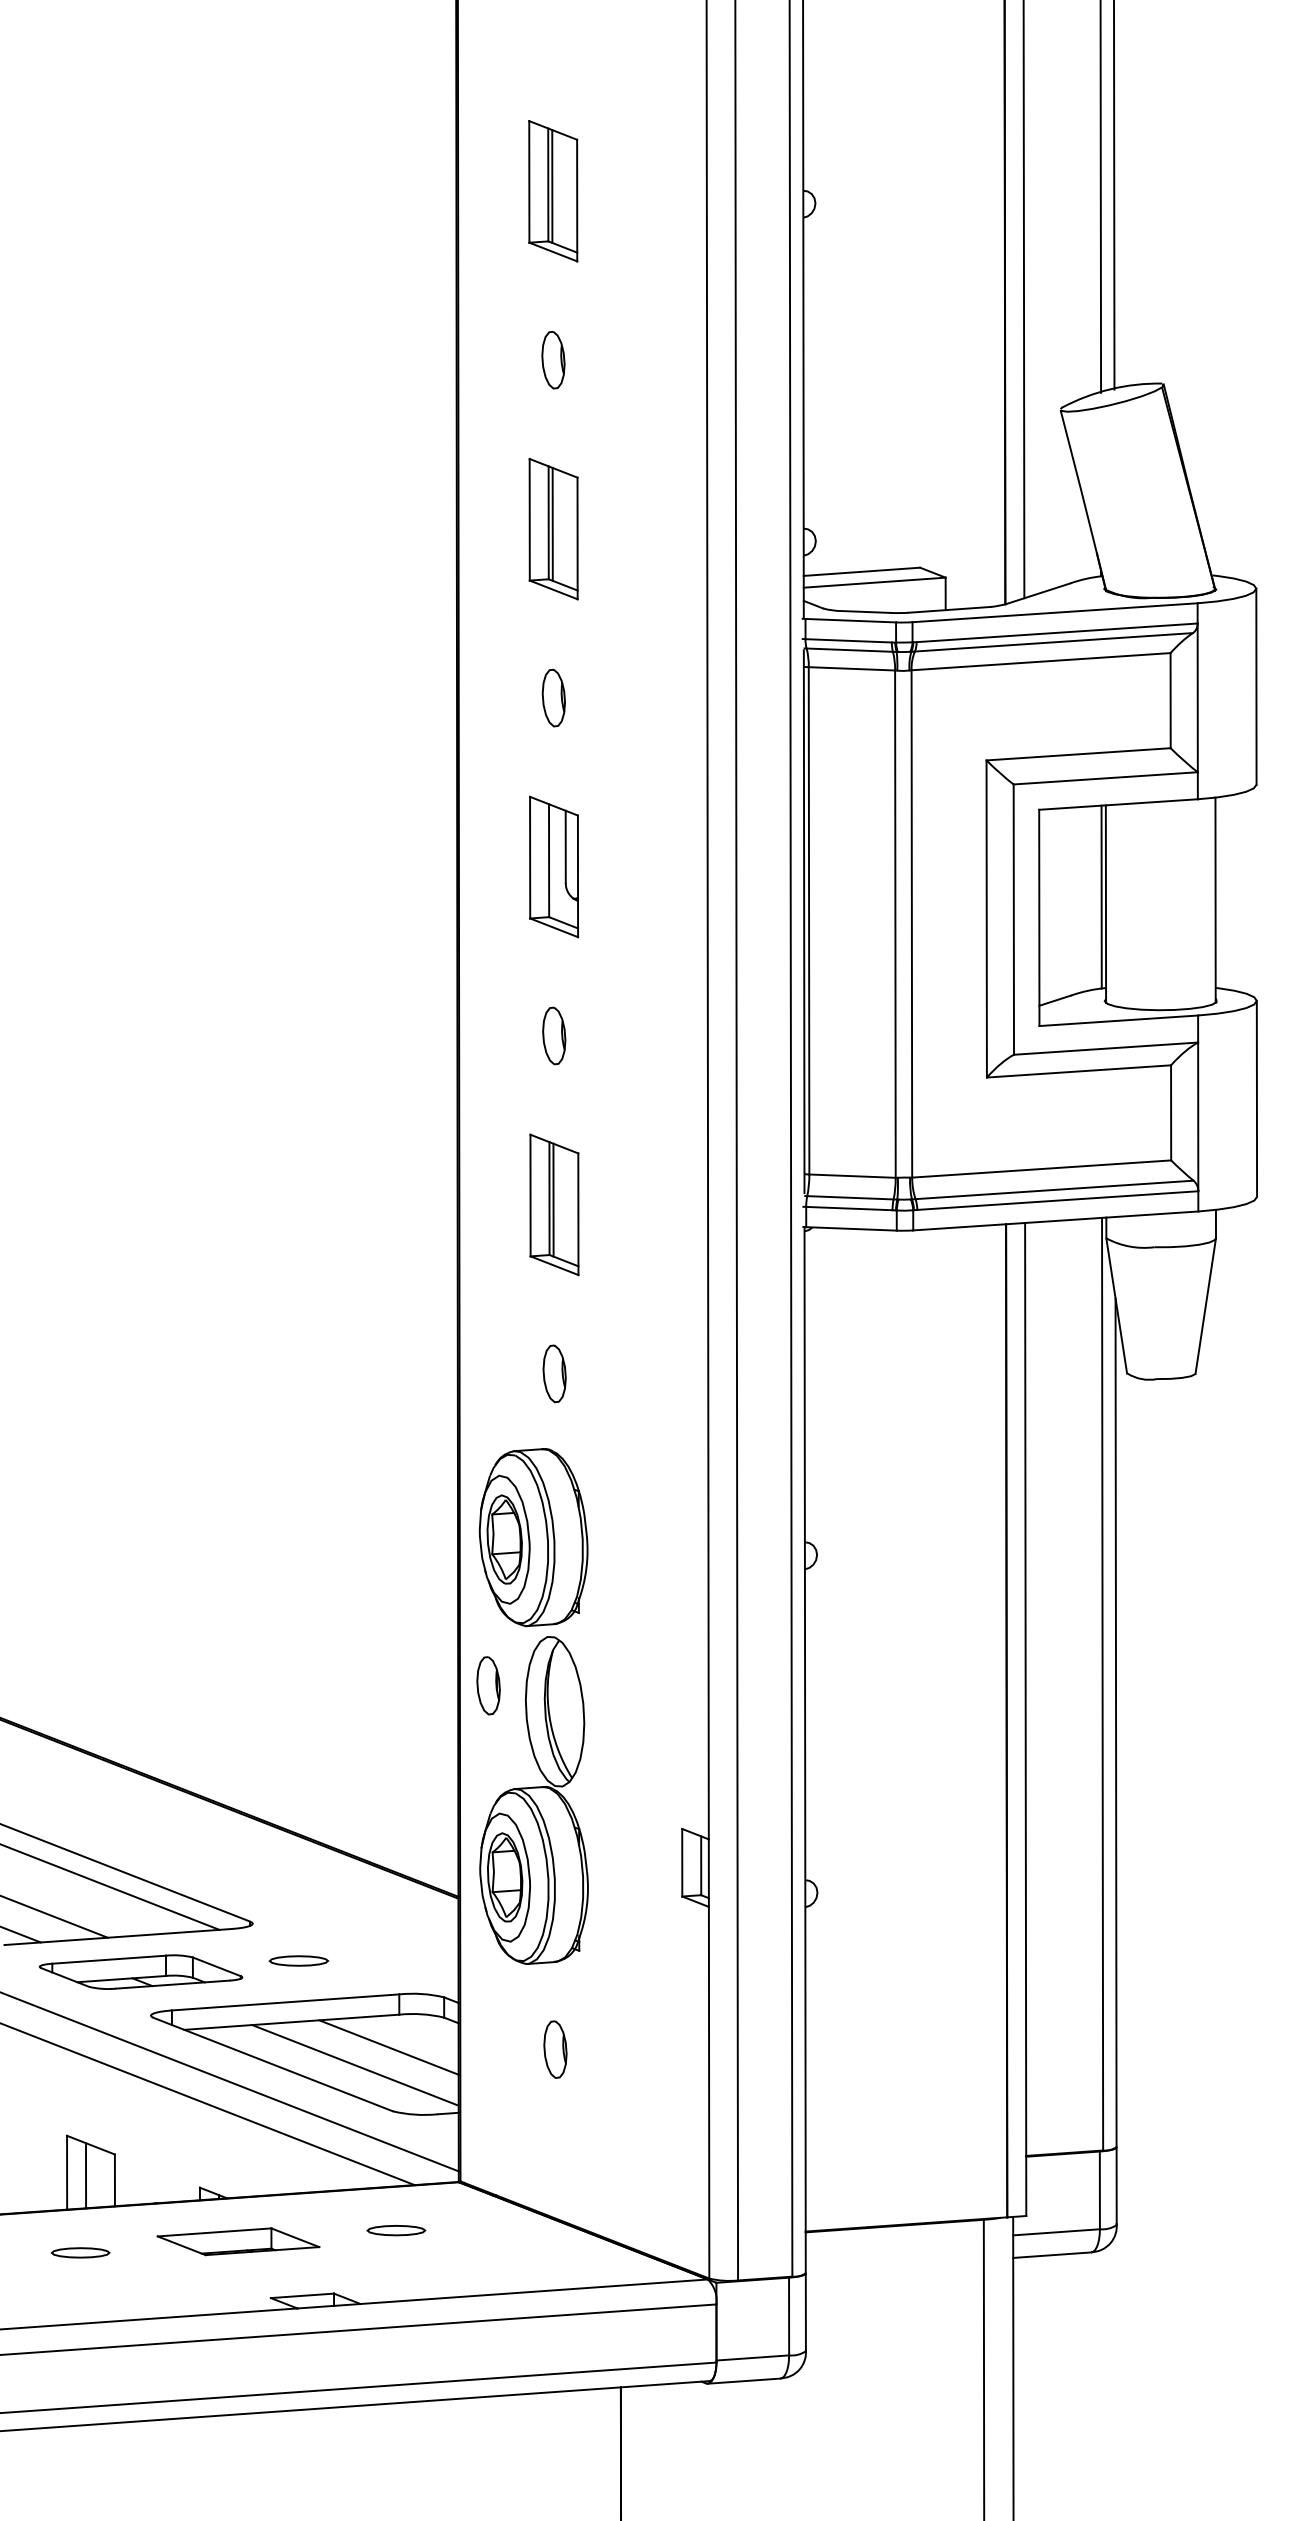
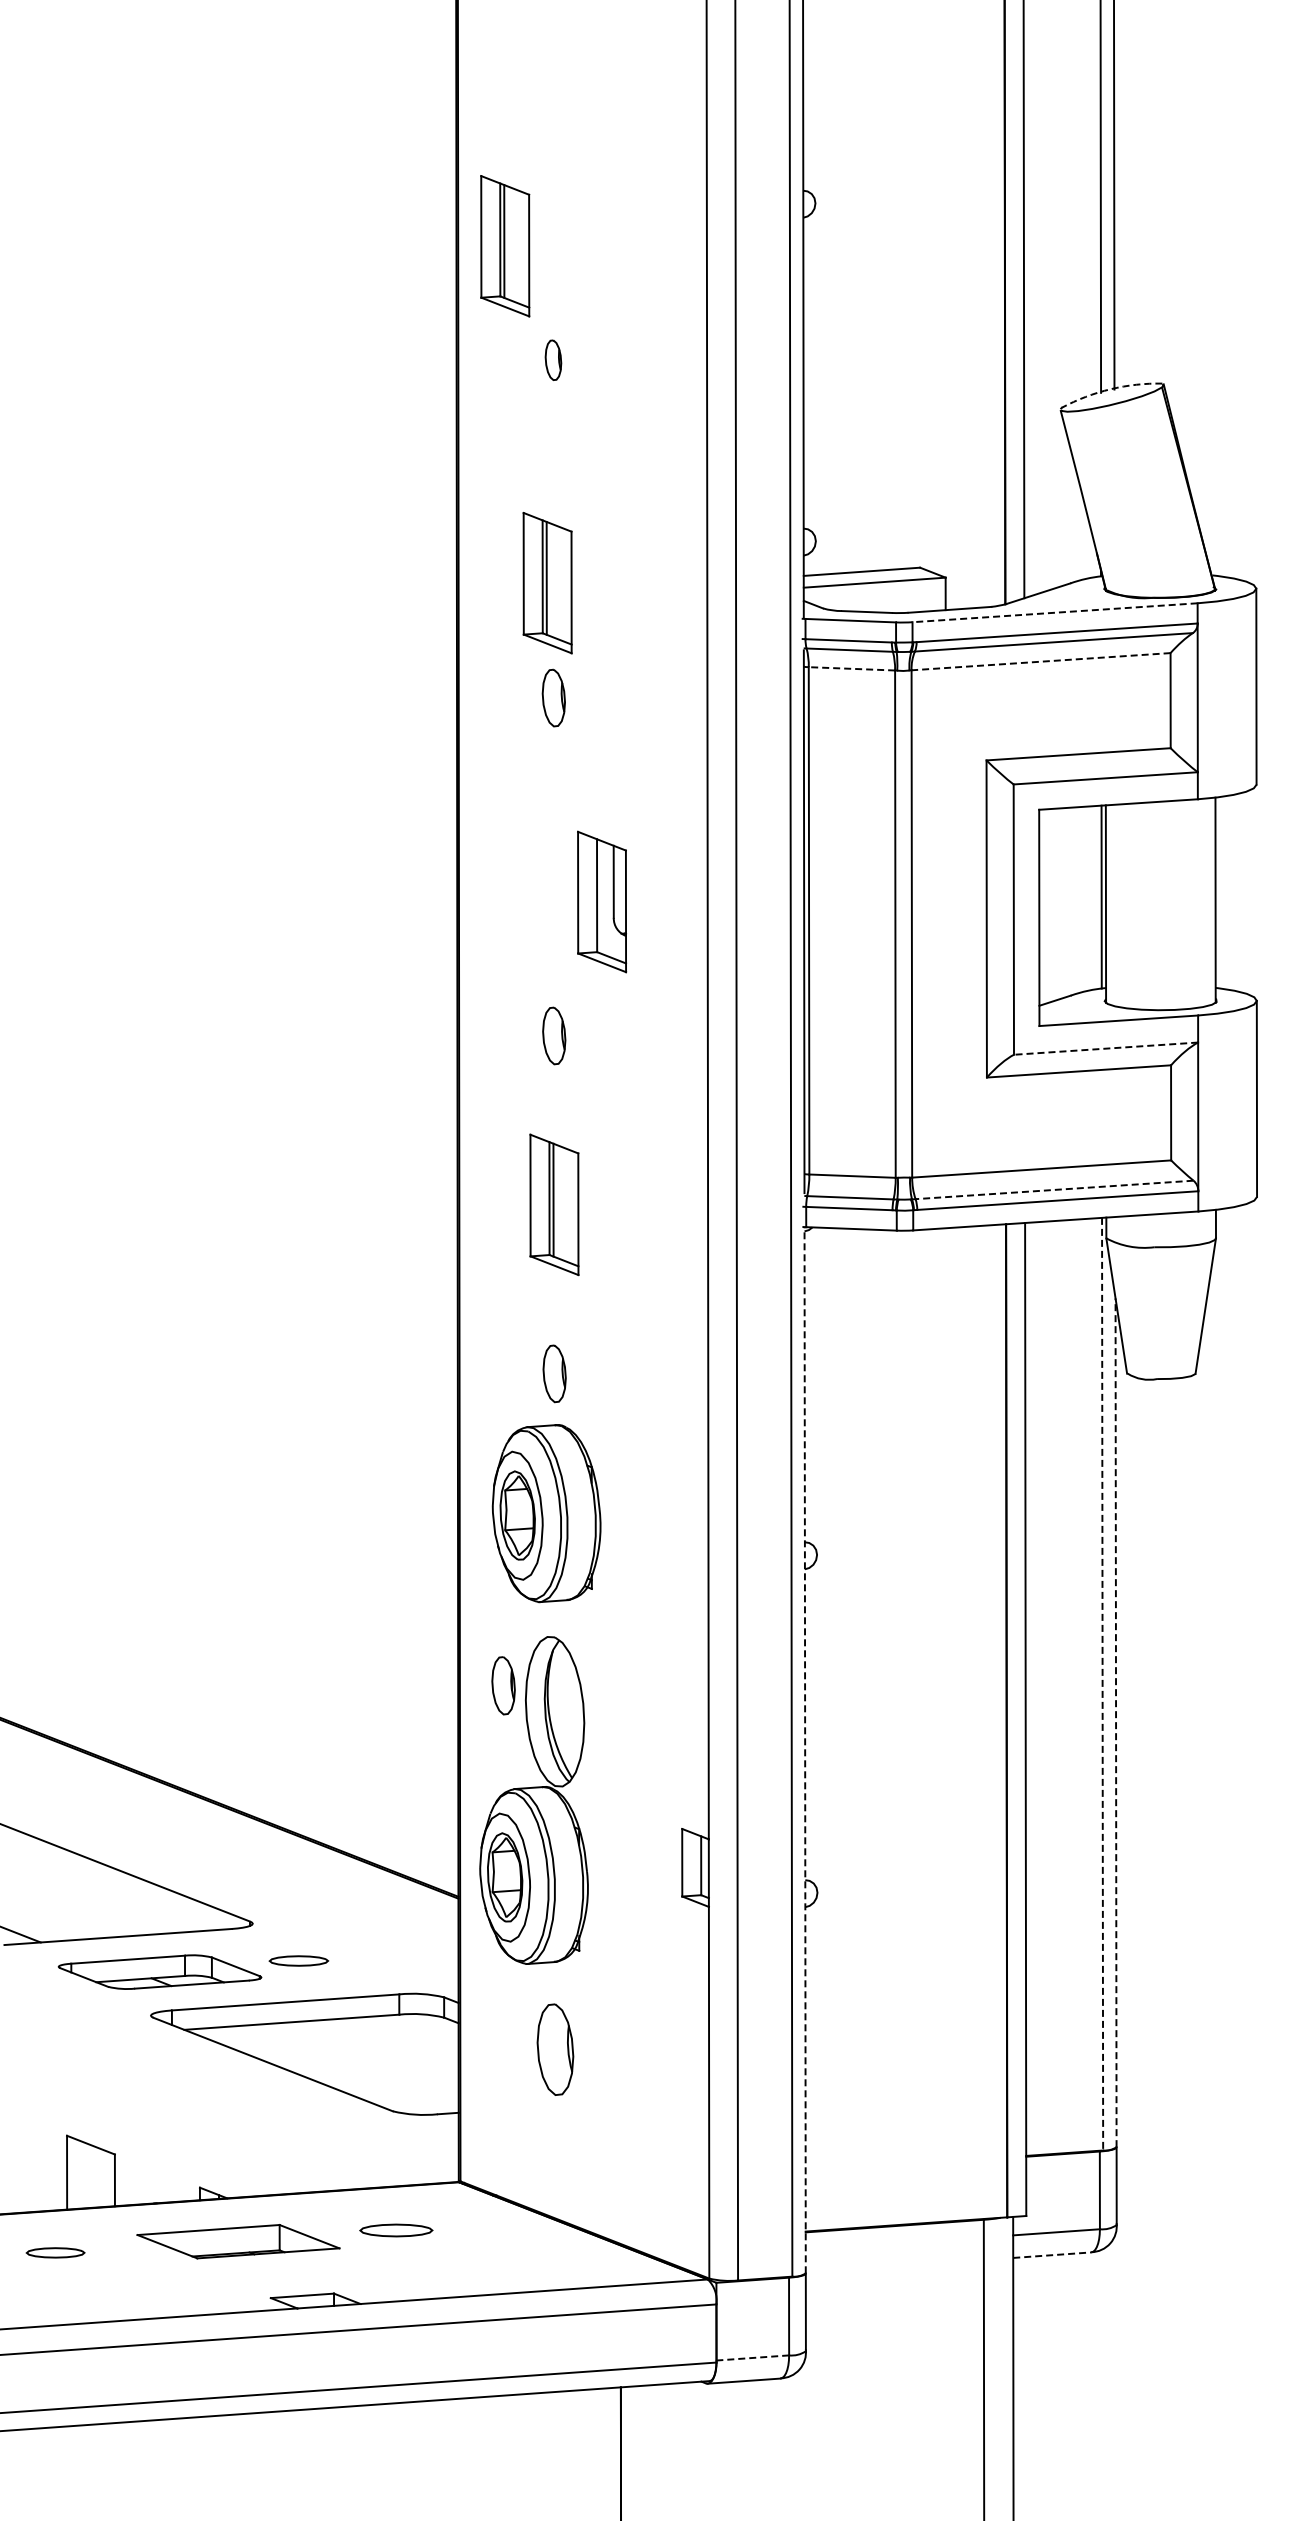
part at (553, 191) position: (553, 191) -> (505, 246)
part at (553, 360) size: 25x59 px -> 19x42 px
arc at (1110, 389): solid -> dashed
part at (553, 529) position: (553, 529) -> (547, 583)
line at (1055, 612): solid -> dashed
line at (1041, 661): solid -> dashed
line at (851, 668): solid -> dashed
part at (554, 866) position: (554, 866) -> (602, 901)
line at (1105, 1048): solid -> dashed
line at (1054, 1189): solid -> dashed
part at (533, 1537) position: (533, 1537) -> (546, 1513)
line at (1102, 1684): solid -> dashed
part at (488, 1685) position: (488, 1685) -> (503, 1685)
line at (1116, 1722): solid -> dashed
line at (805, 1749): solid -> dashed
line at (110, 1887): present -> none
line at (54, 1916): present -> none
part at (140, 1971) position: (140, 1971) -> (159, 1971)
line at (388, 2047): present -> none
part at (555, 2049) size: 25x59 px -> 39x93 px
line at (355, 2065): present -> none
line at (230, 2082): present -> none
line at (208, 2104): present -> none
line at (86, 2175): present -> none
part at (396, 2230) size: 61x12 px -> 75x15 px
part at (238, 2241) size: 165x30 px -> 205x36 px
part at (80, 2252) position: (80, 2252) -> (55, 2252)
line at (1052, 2255): solid -> dashed
line at (752, 2358): solid -> dashed
